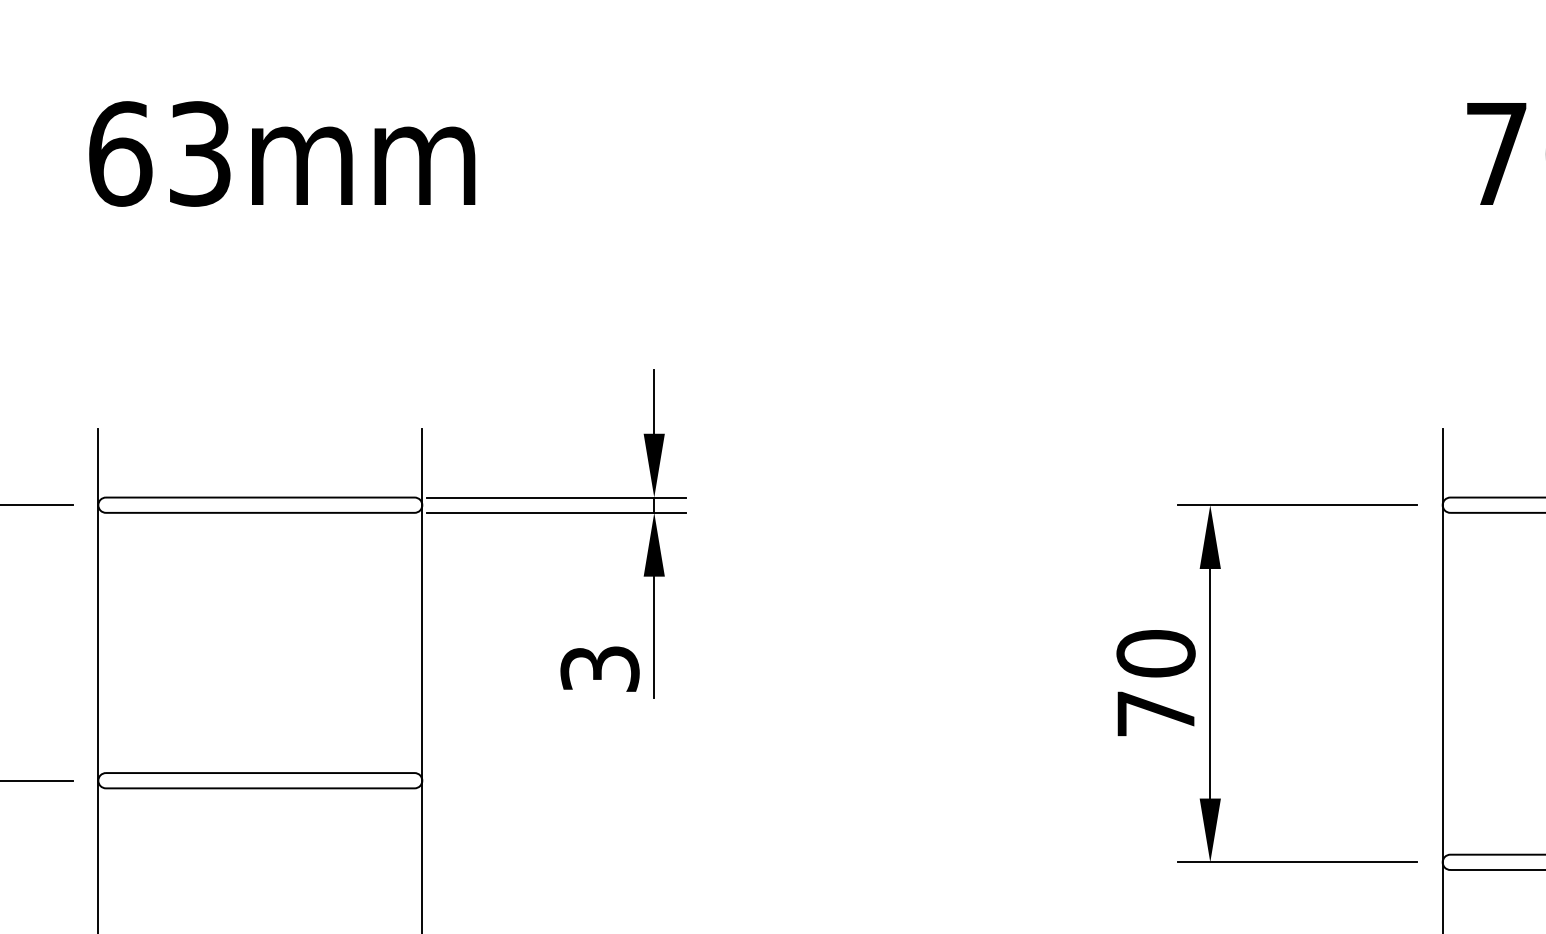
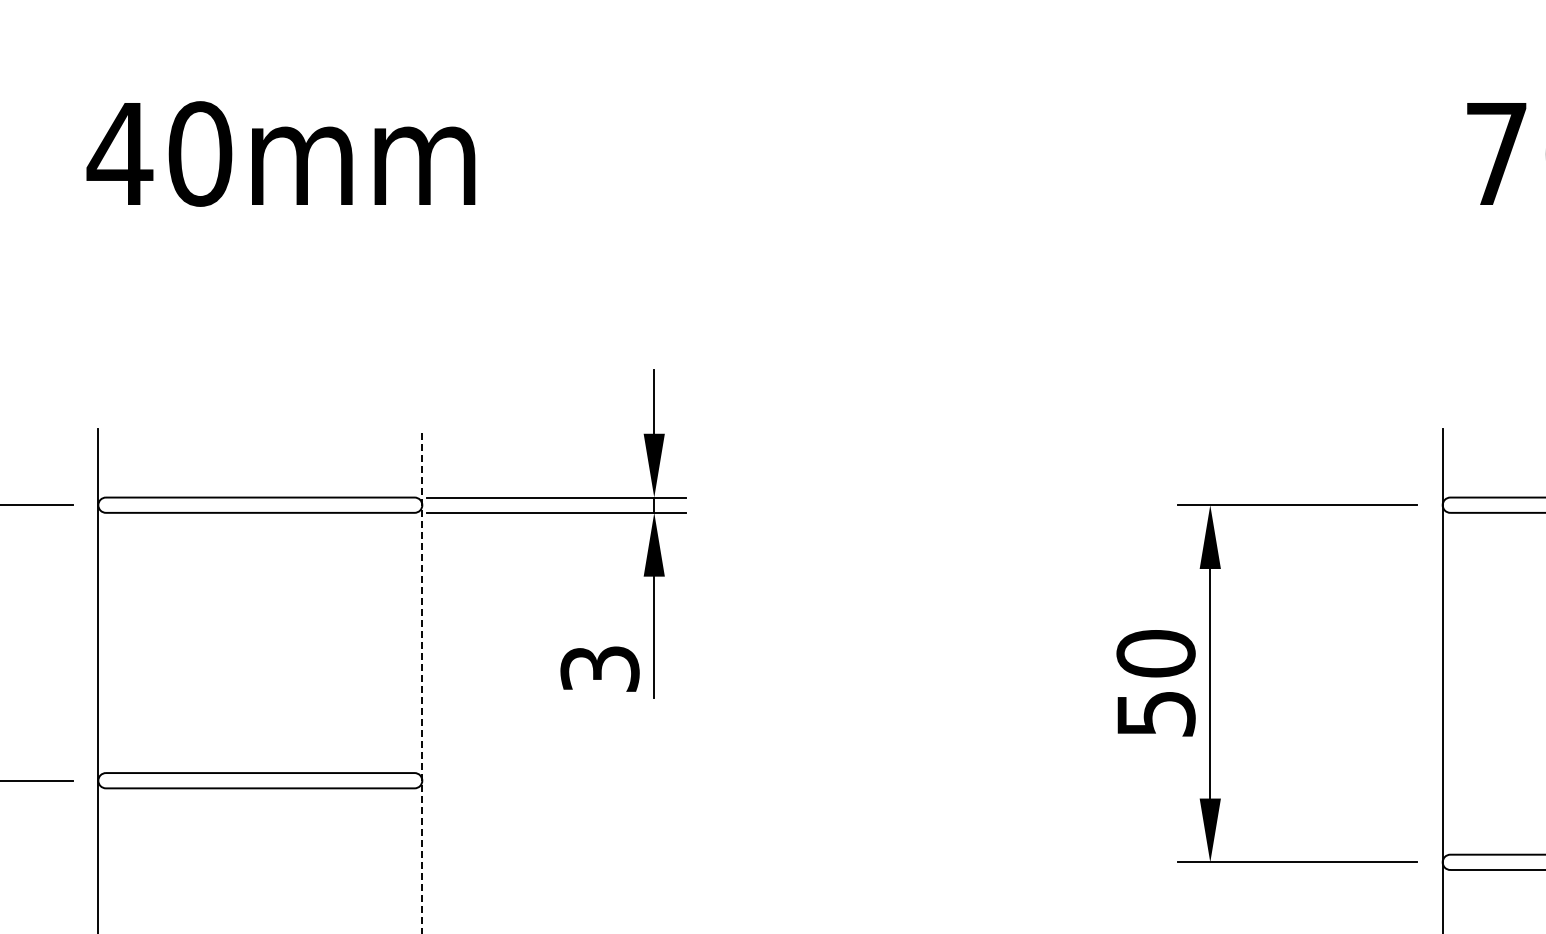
text at (159, 153): 63mm -> 40mm
line at (422, 680): solid -> dashed
text at (1156, 713): 70 -> 50
